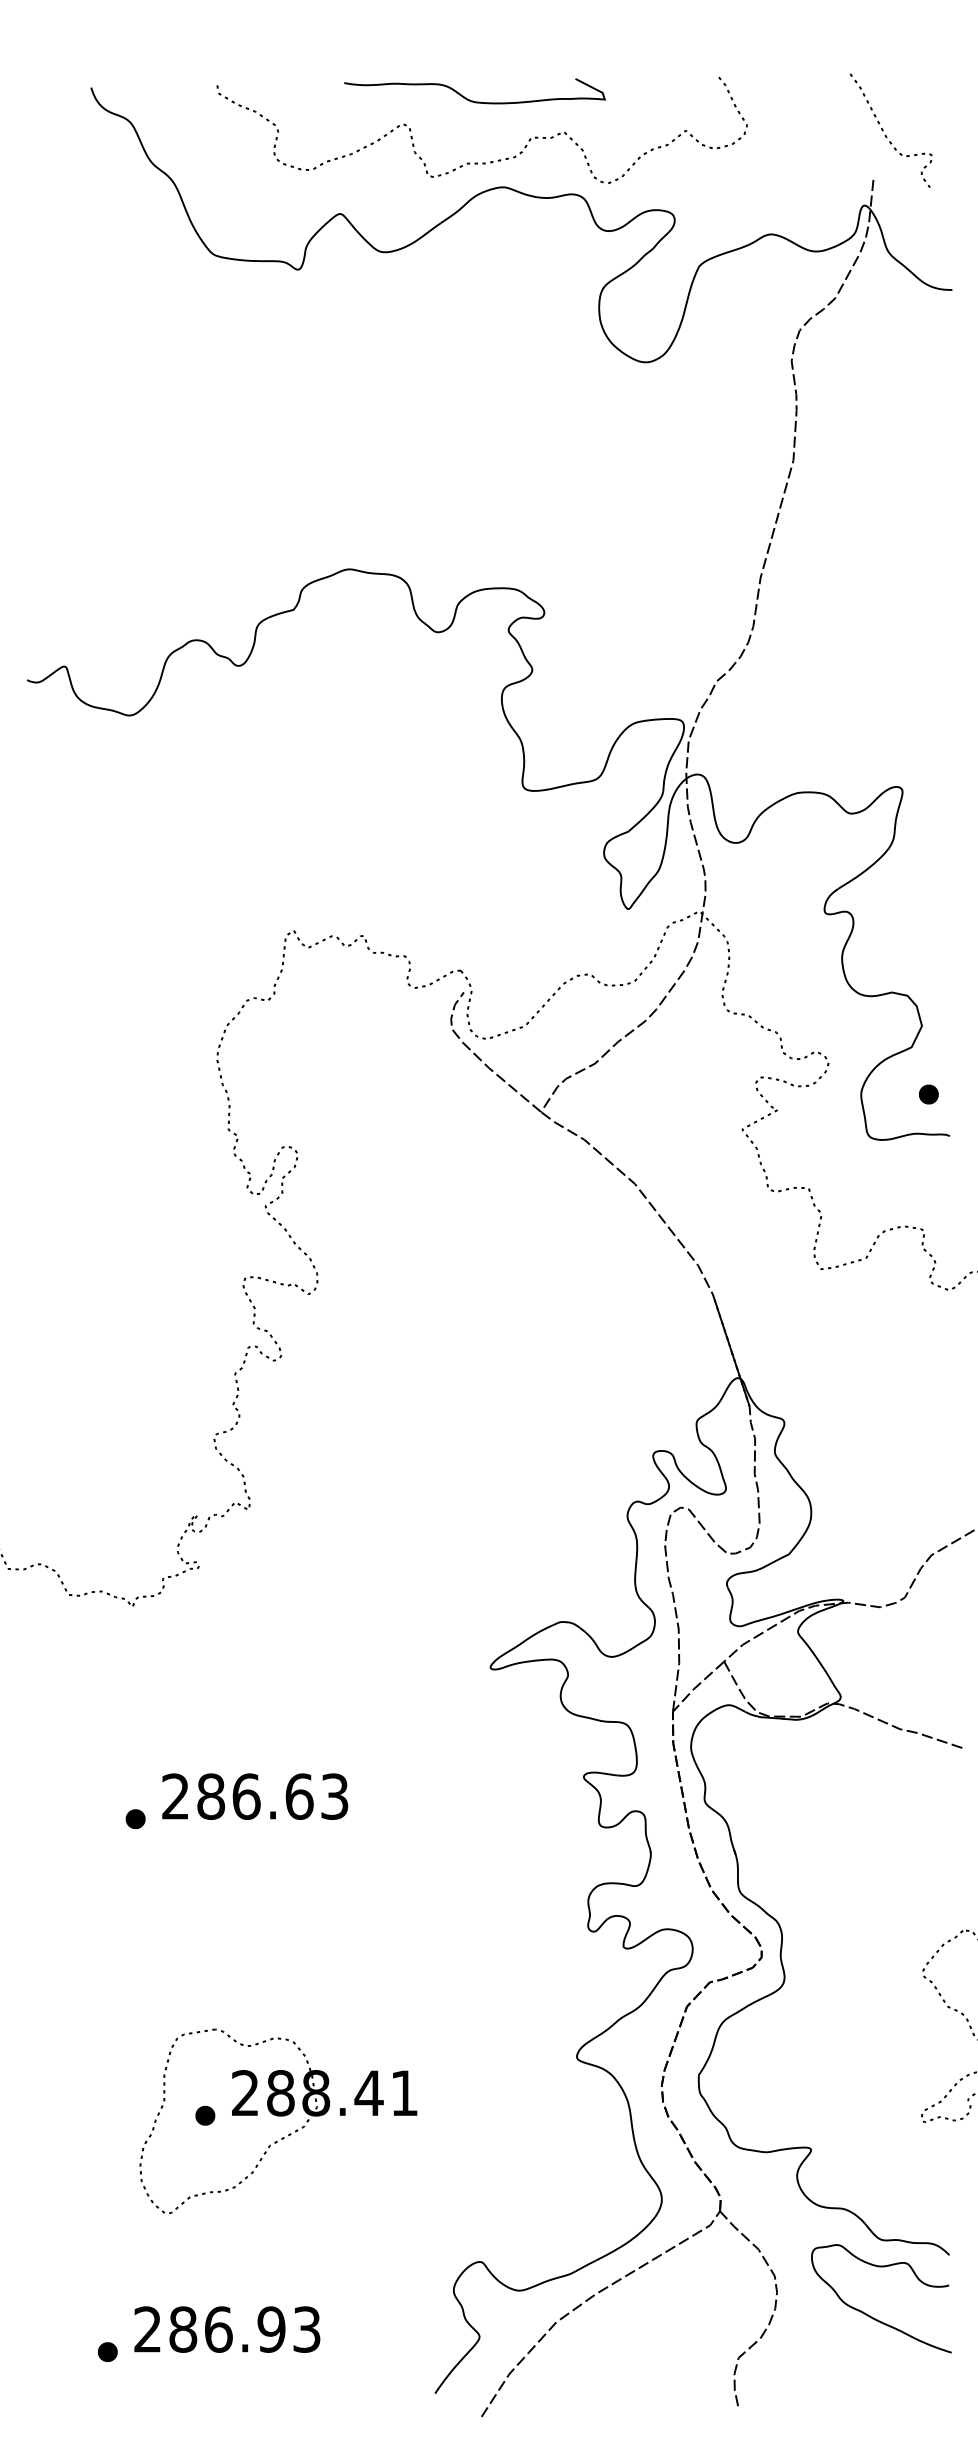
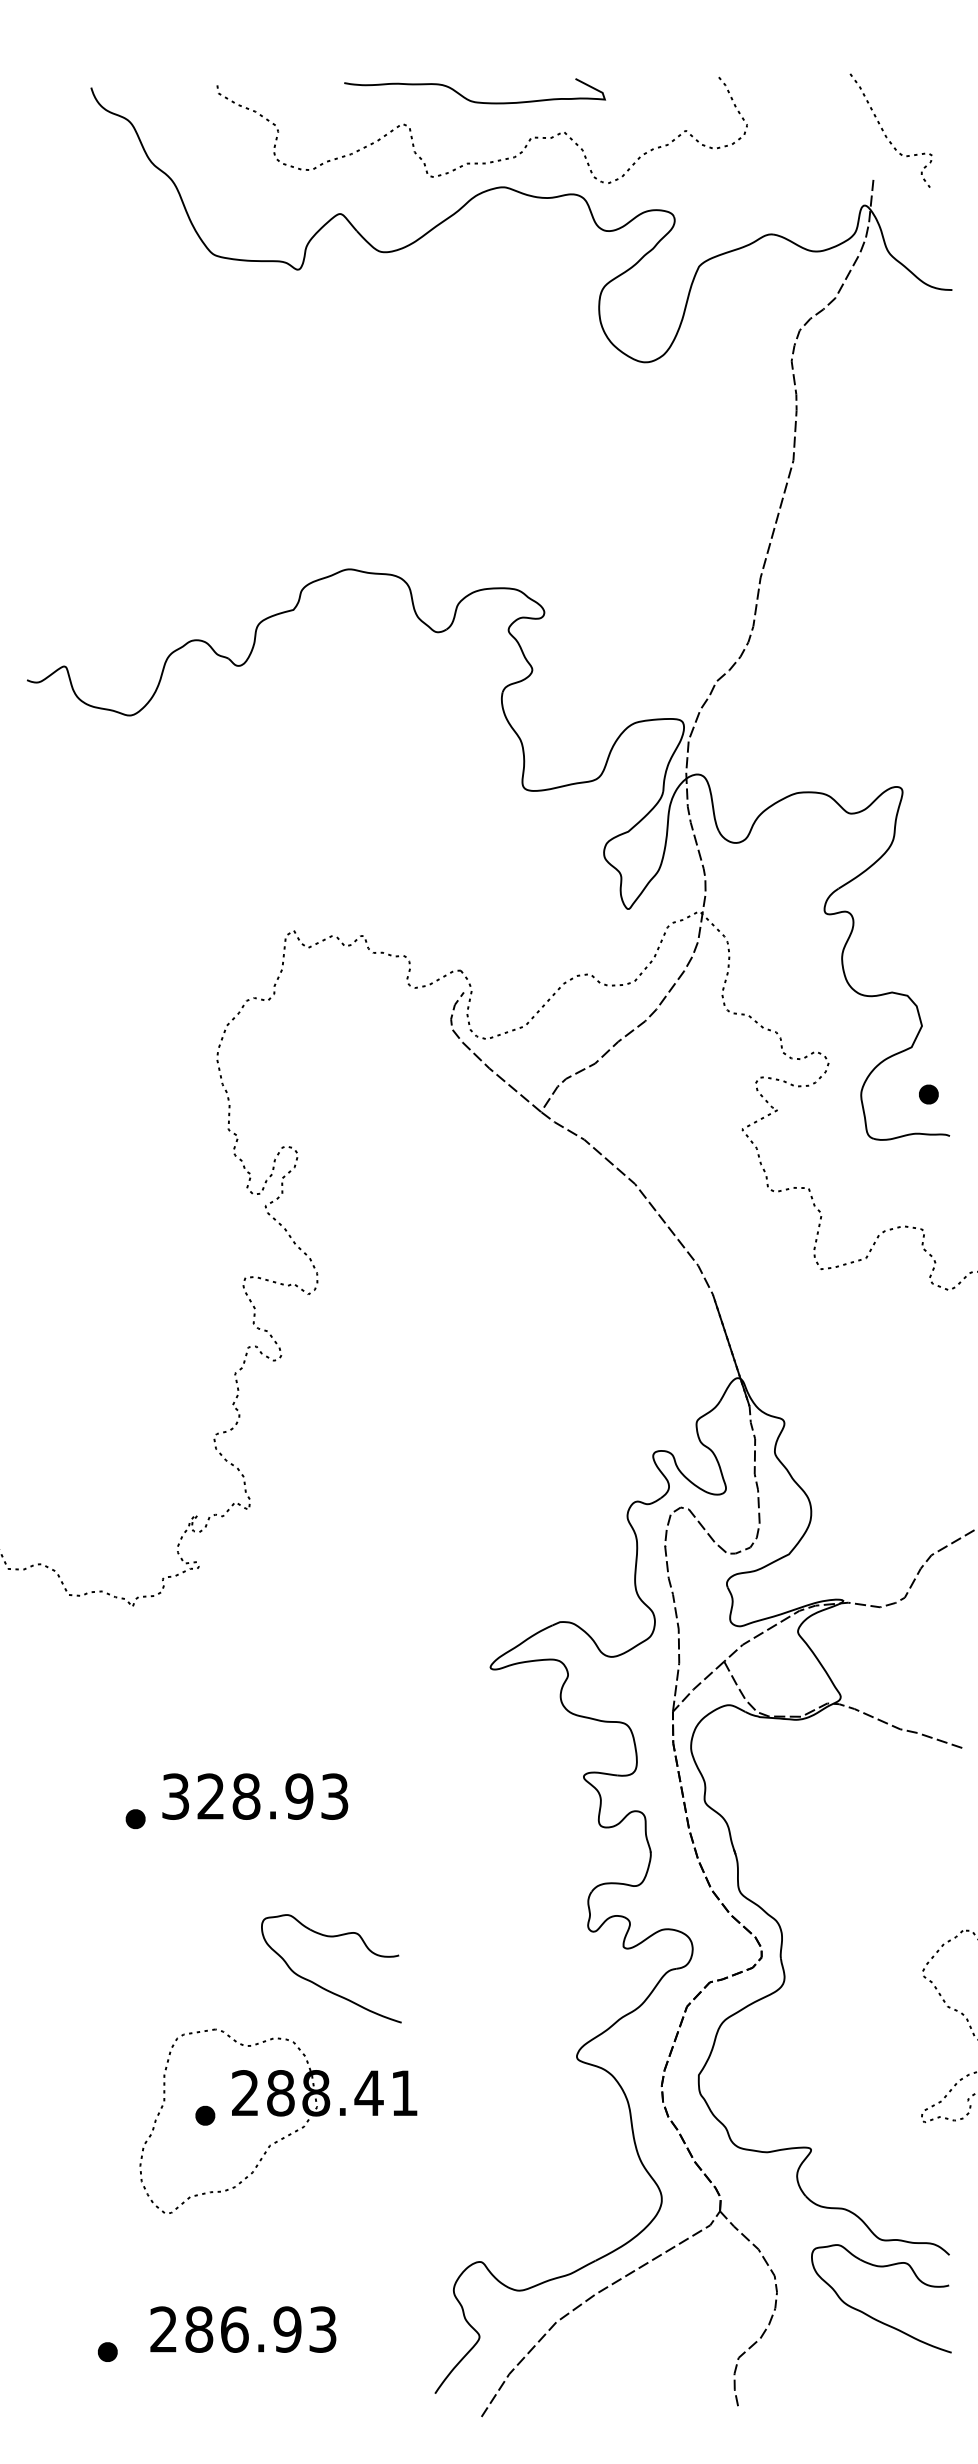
text at (237, 1796): 286.63 -> 328.93
part at (320, 1985): none -> present
text at (227, 2329) position: (227, 2329) -> (243, 2329)
